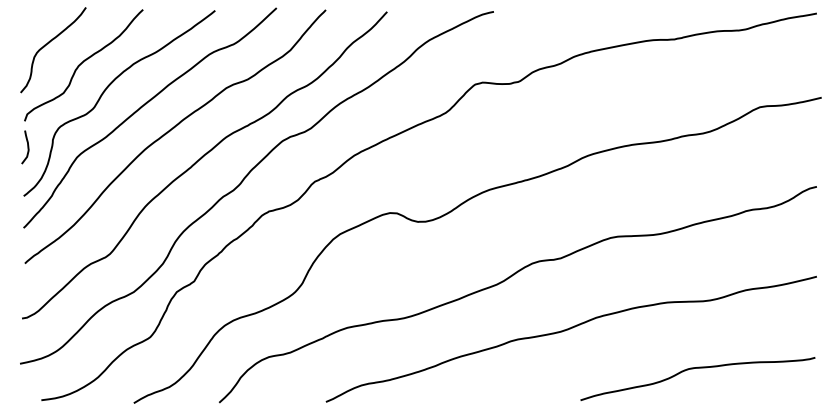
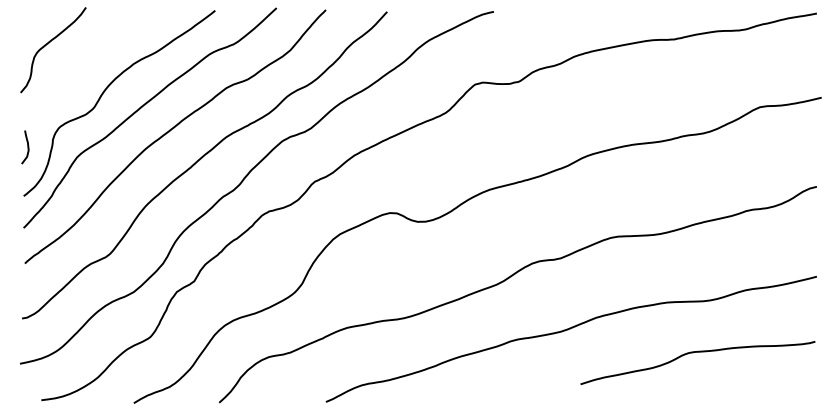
curve at (82, 63): present -> none
curve at (693, 369) position: (693, 369) -> (693, 353)
